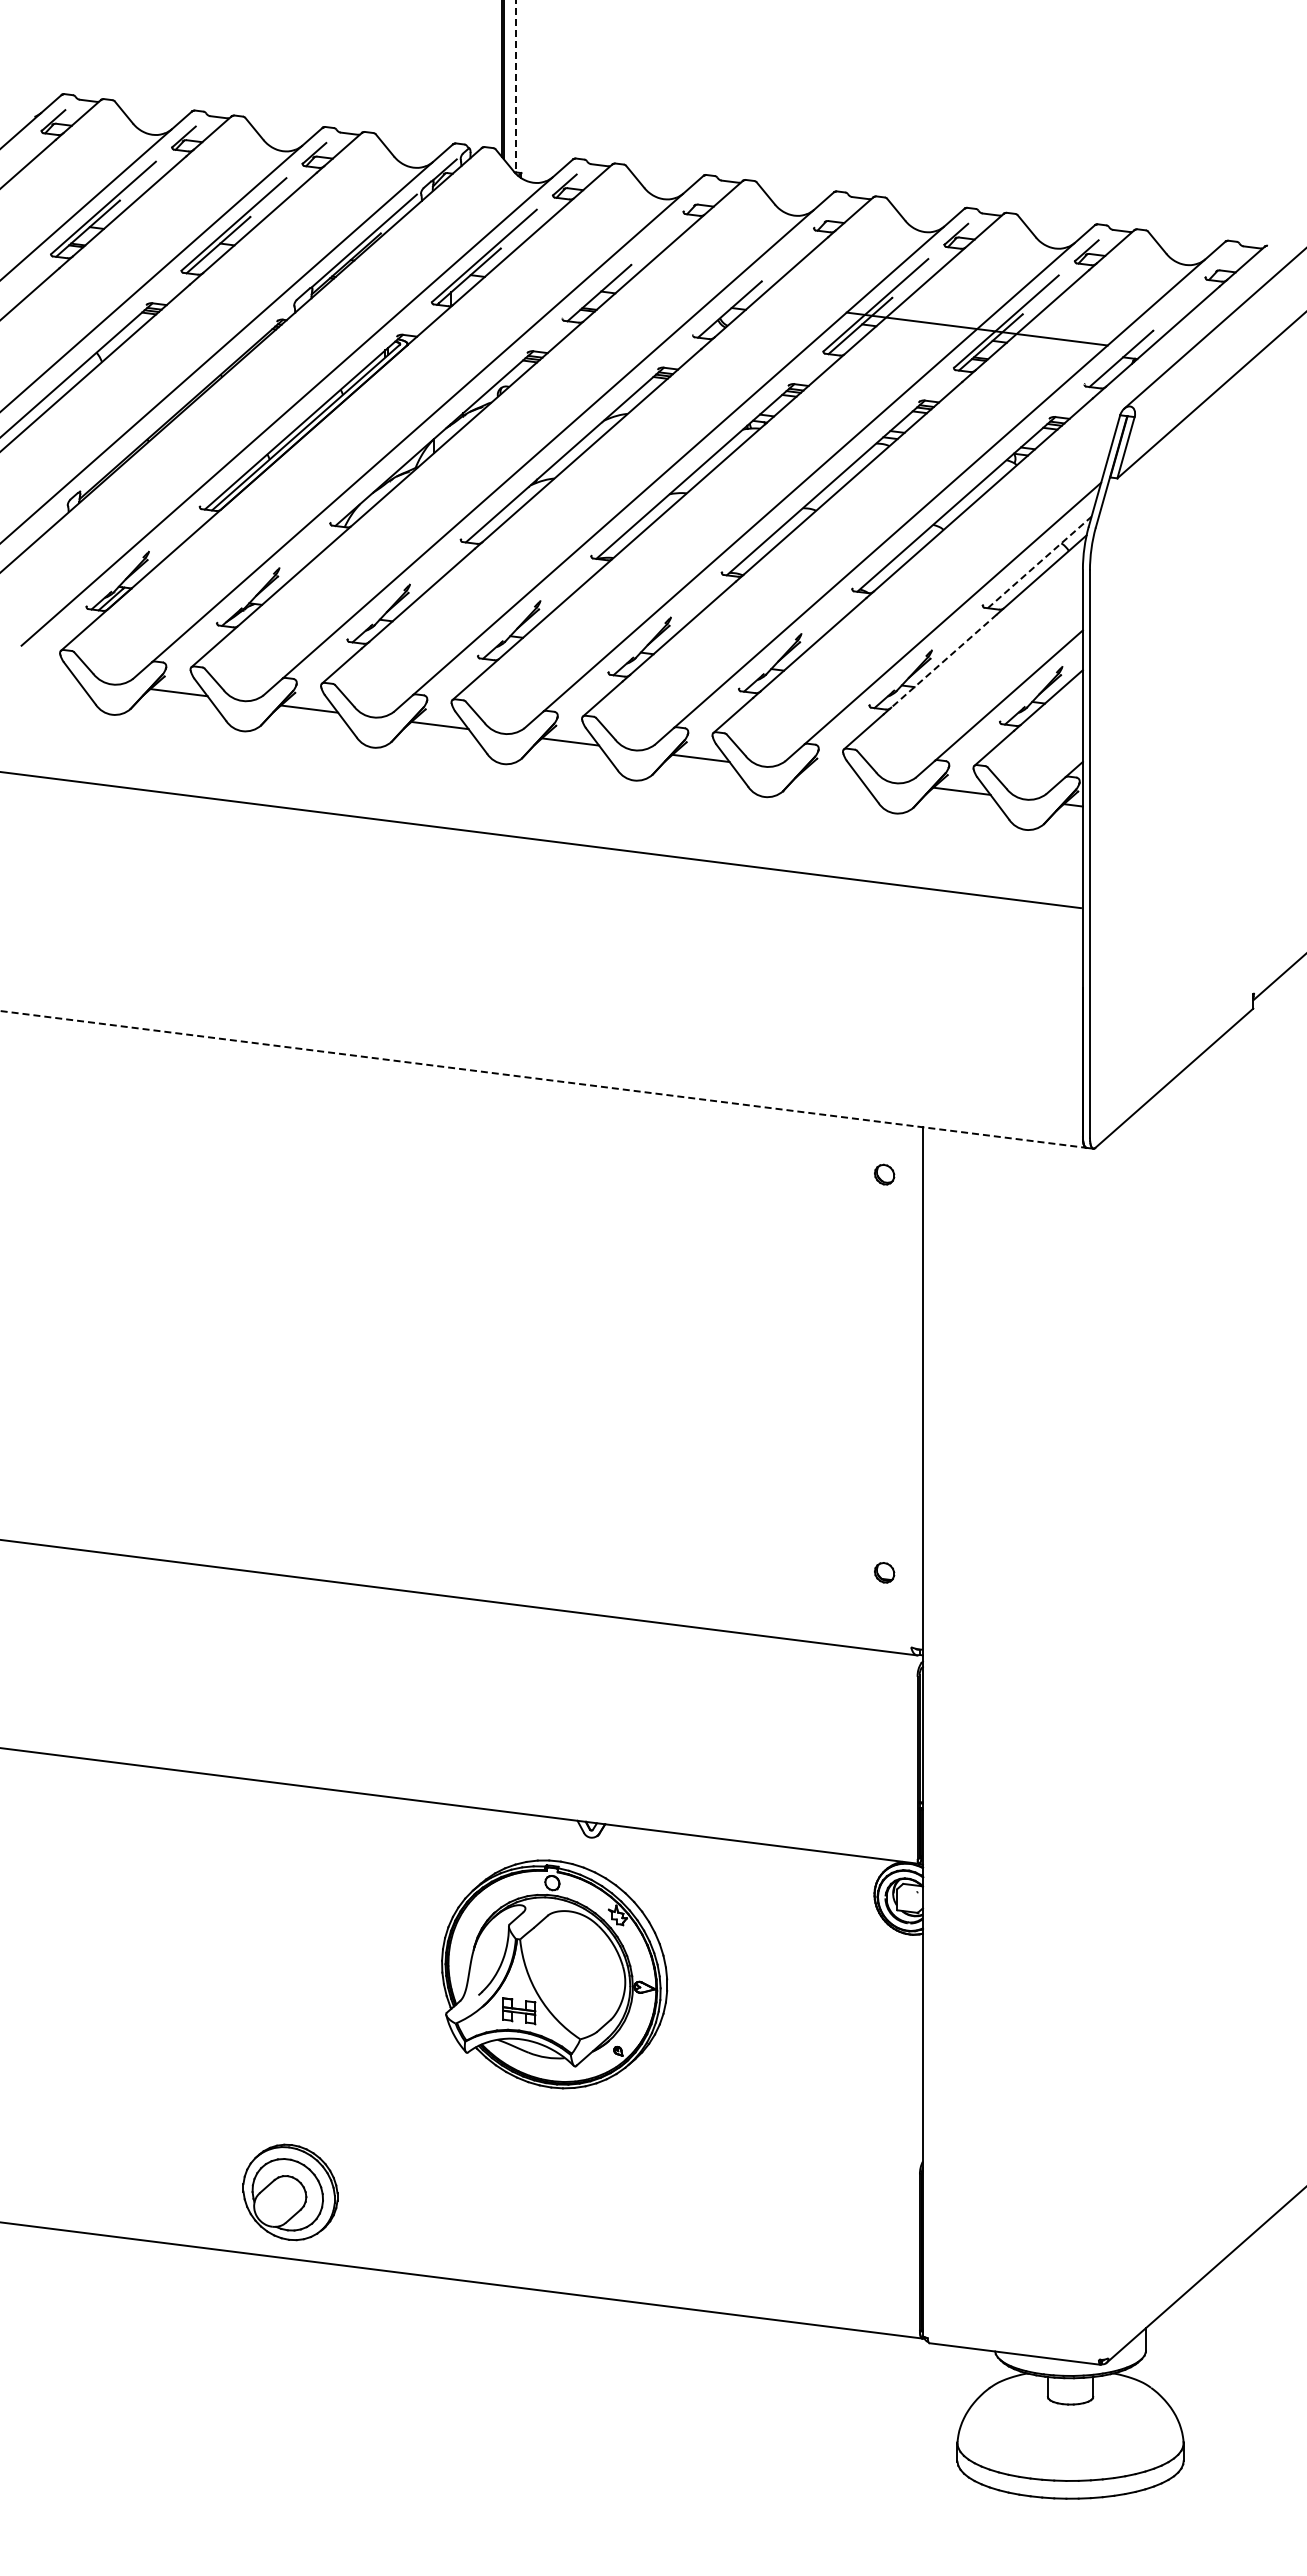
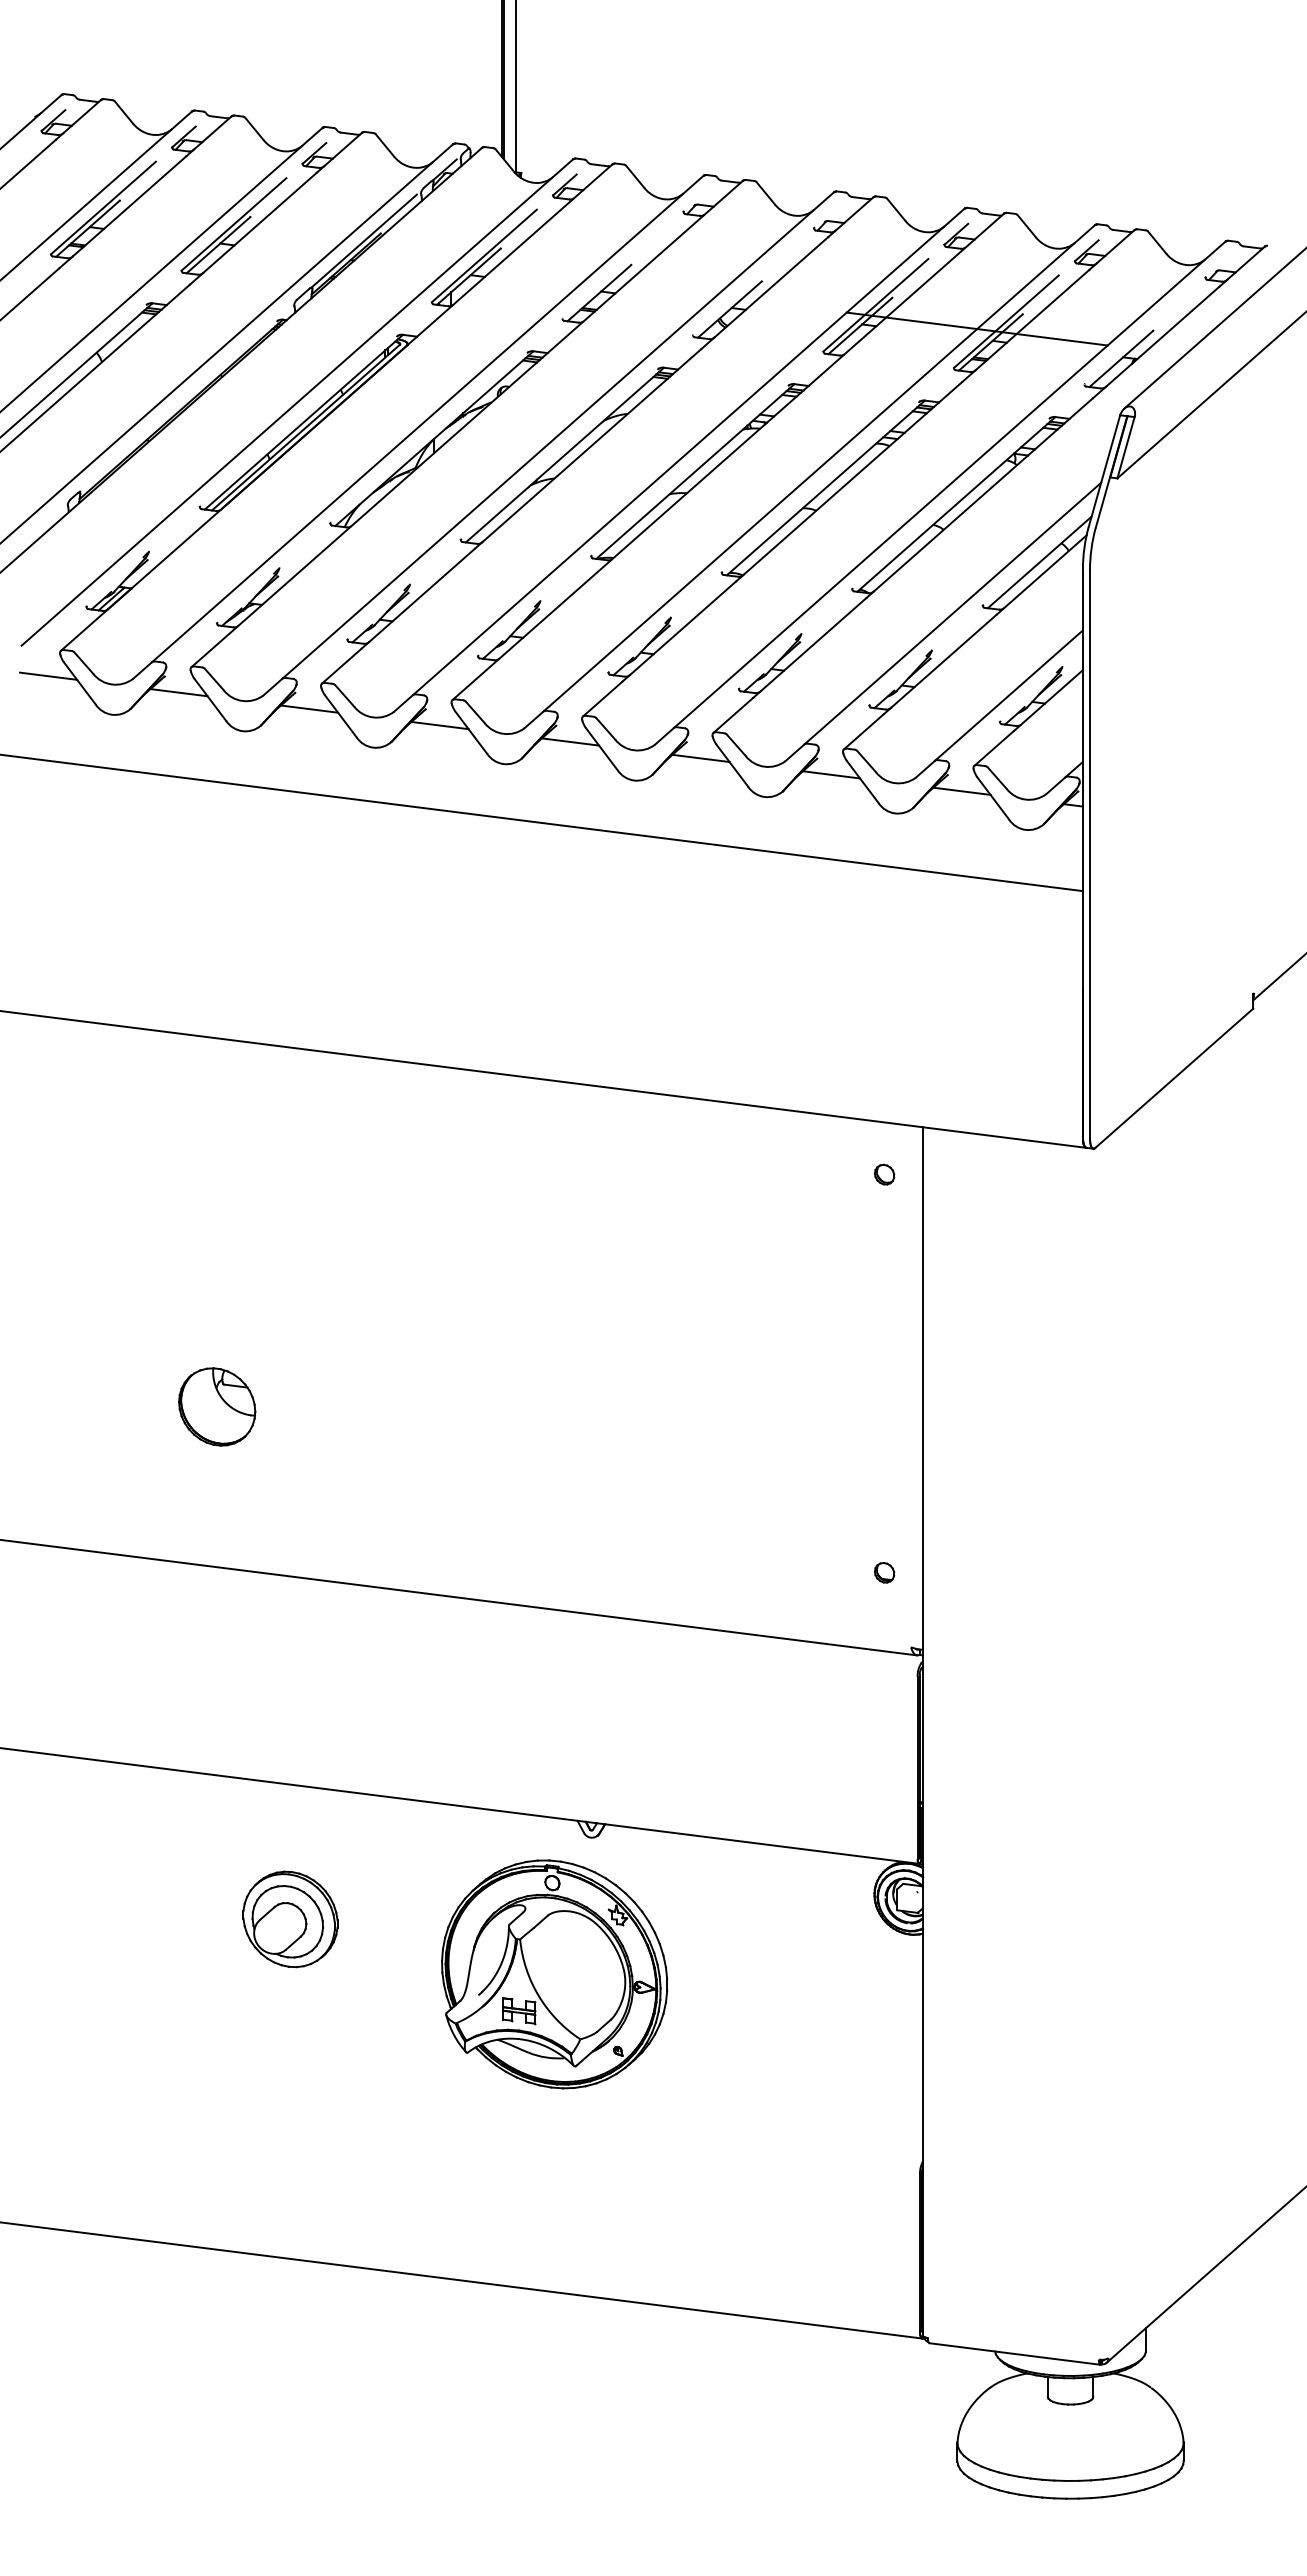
line at (516, 86): dashed -> solid
line at (1040, 562): dashed -> solid
line at (943, 661): dashed -> solid
line at (48, 675): none -> present
line at (831, 774): none -> present
line at (541, 840) position: (541, 840) -> (542, 822)
line at (543, 1079): dashed -> solid
part at (217, 1406): none -> present
part at (290, 2192) position: (290, 2192) -> (290, 1919)
